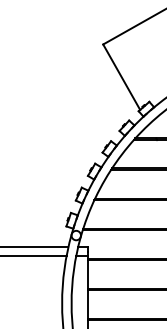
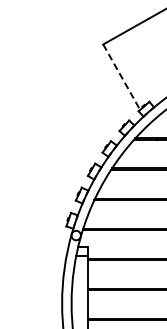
line at (121, 77): solid -> dashed
line at (35, 246): present -> none
line at (34, 256): present -> none
